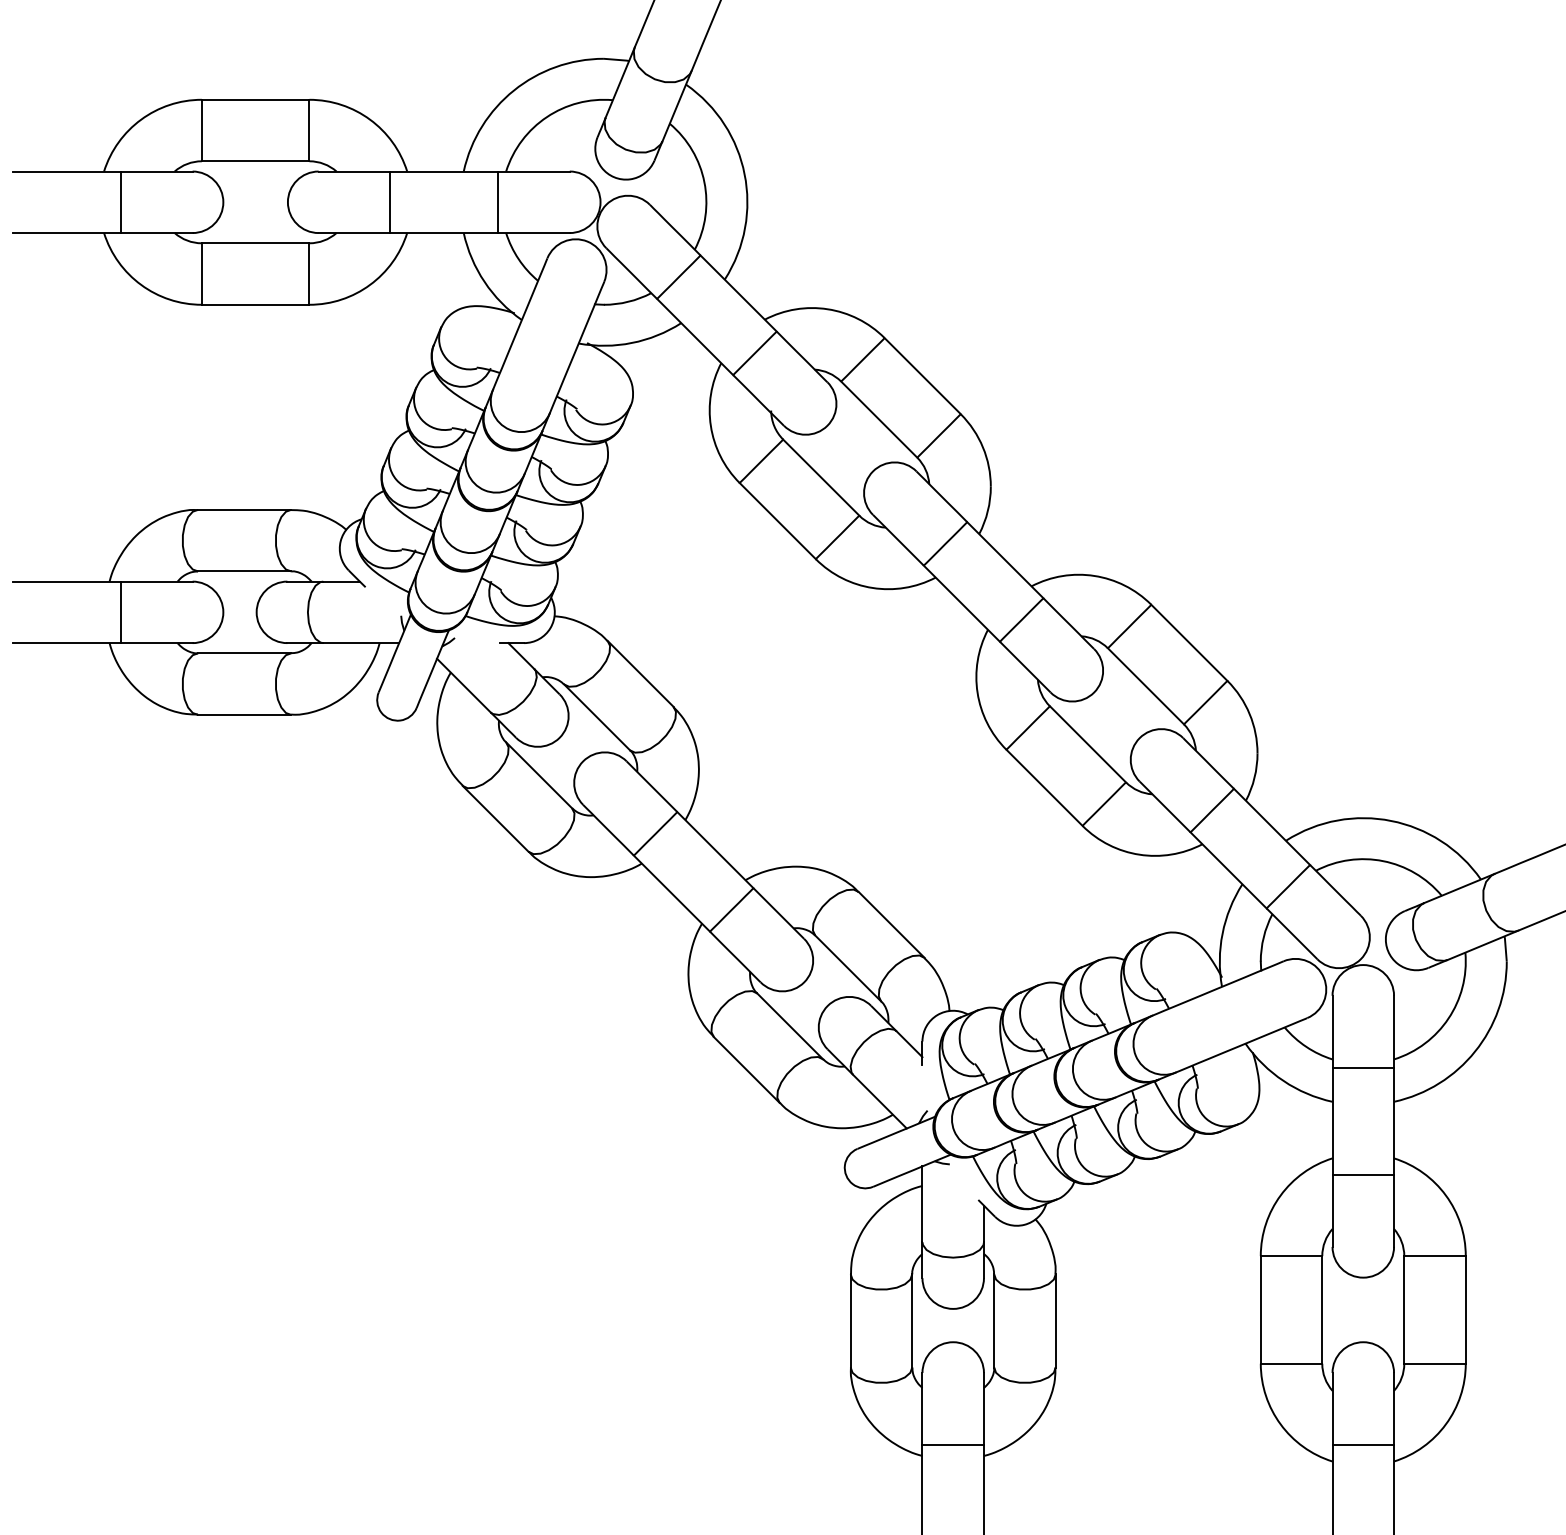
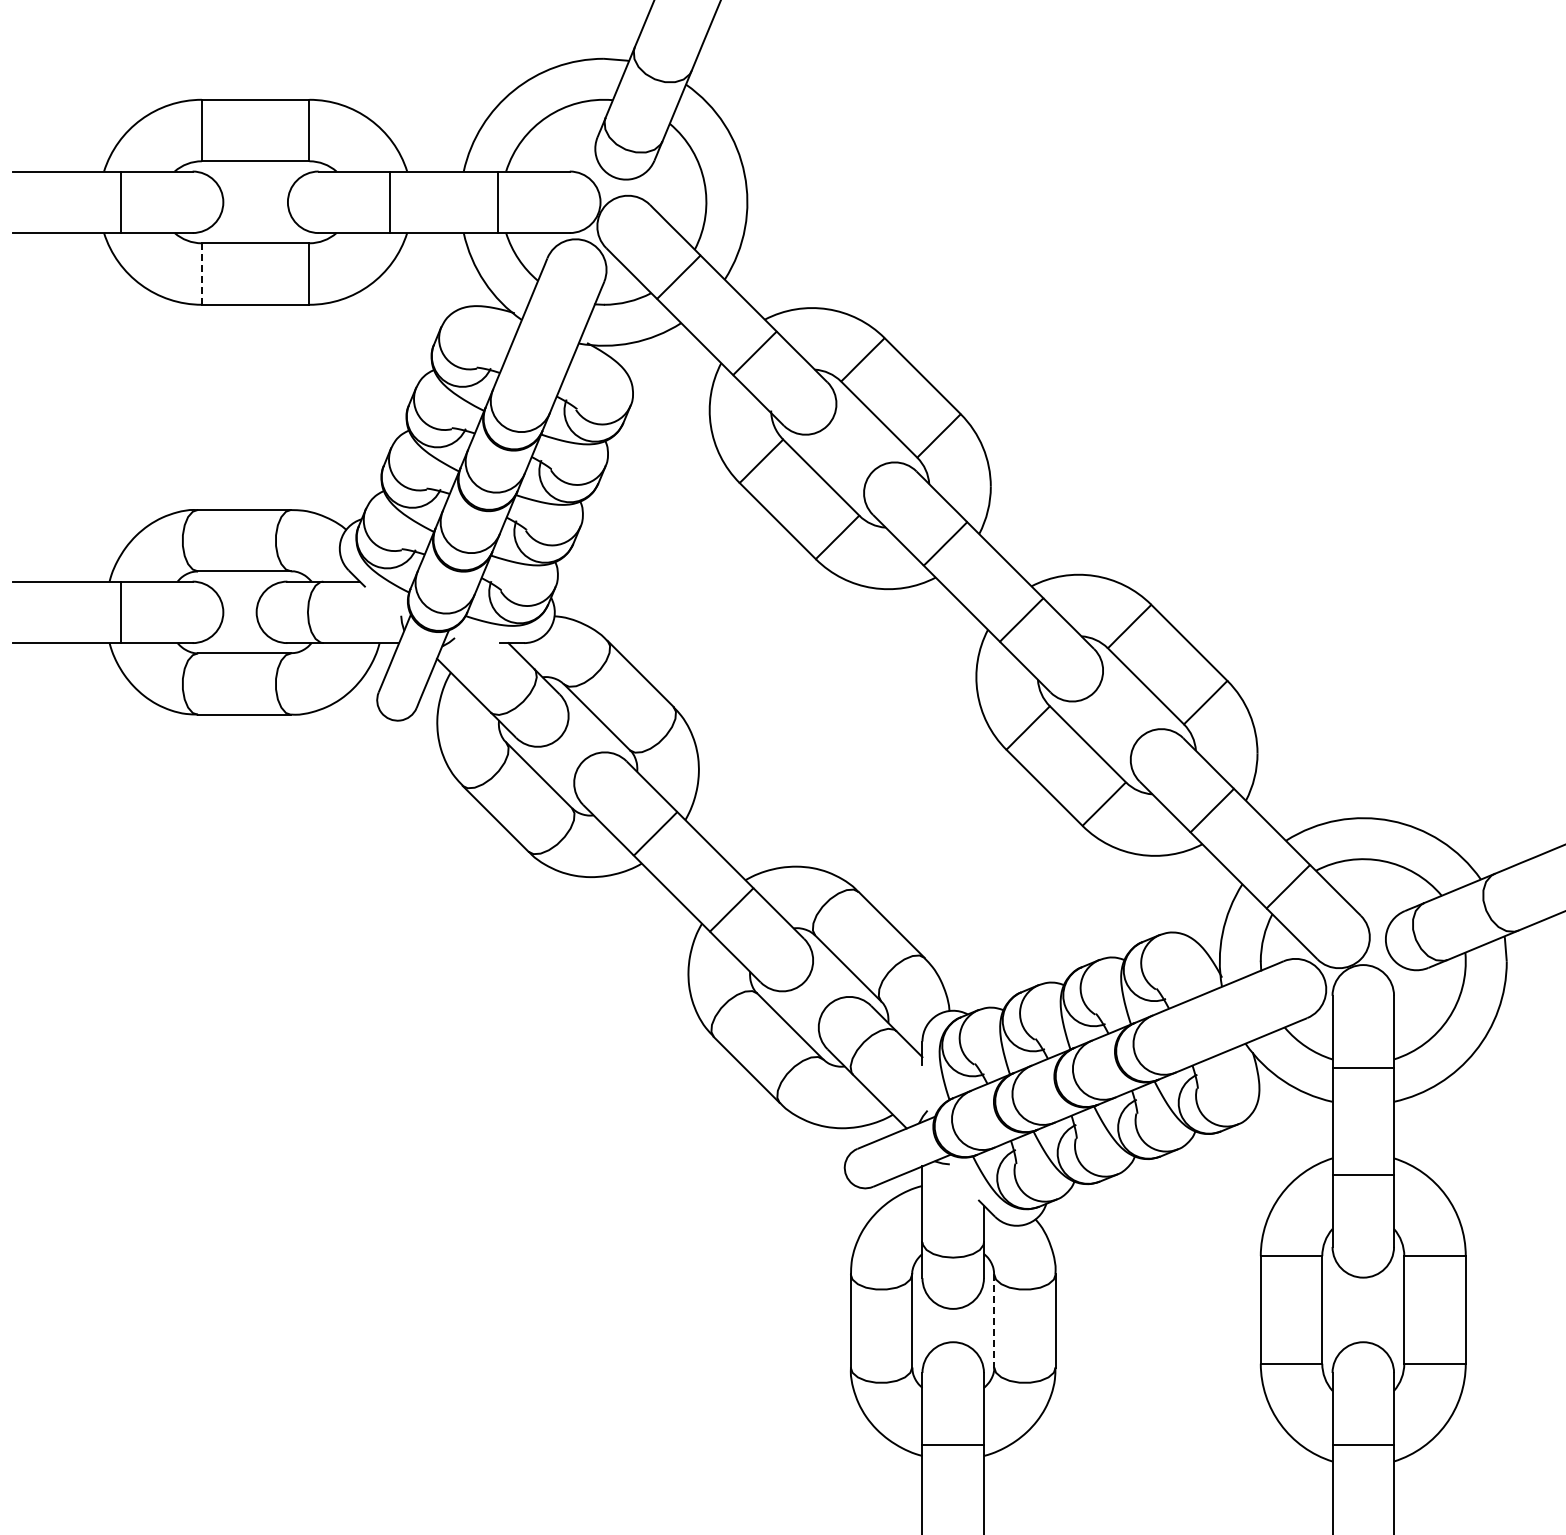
line at (201, 274): solid -> dashed
line at (994, 1320): solid -> dashed
